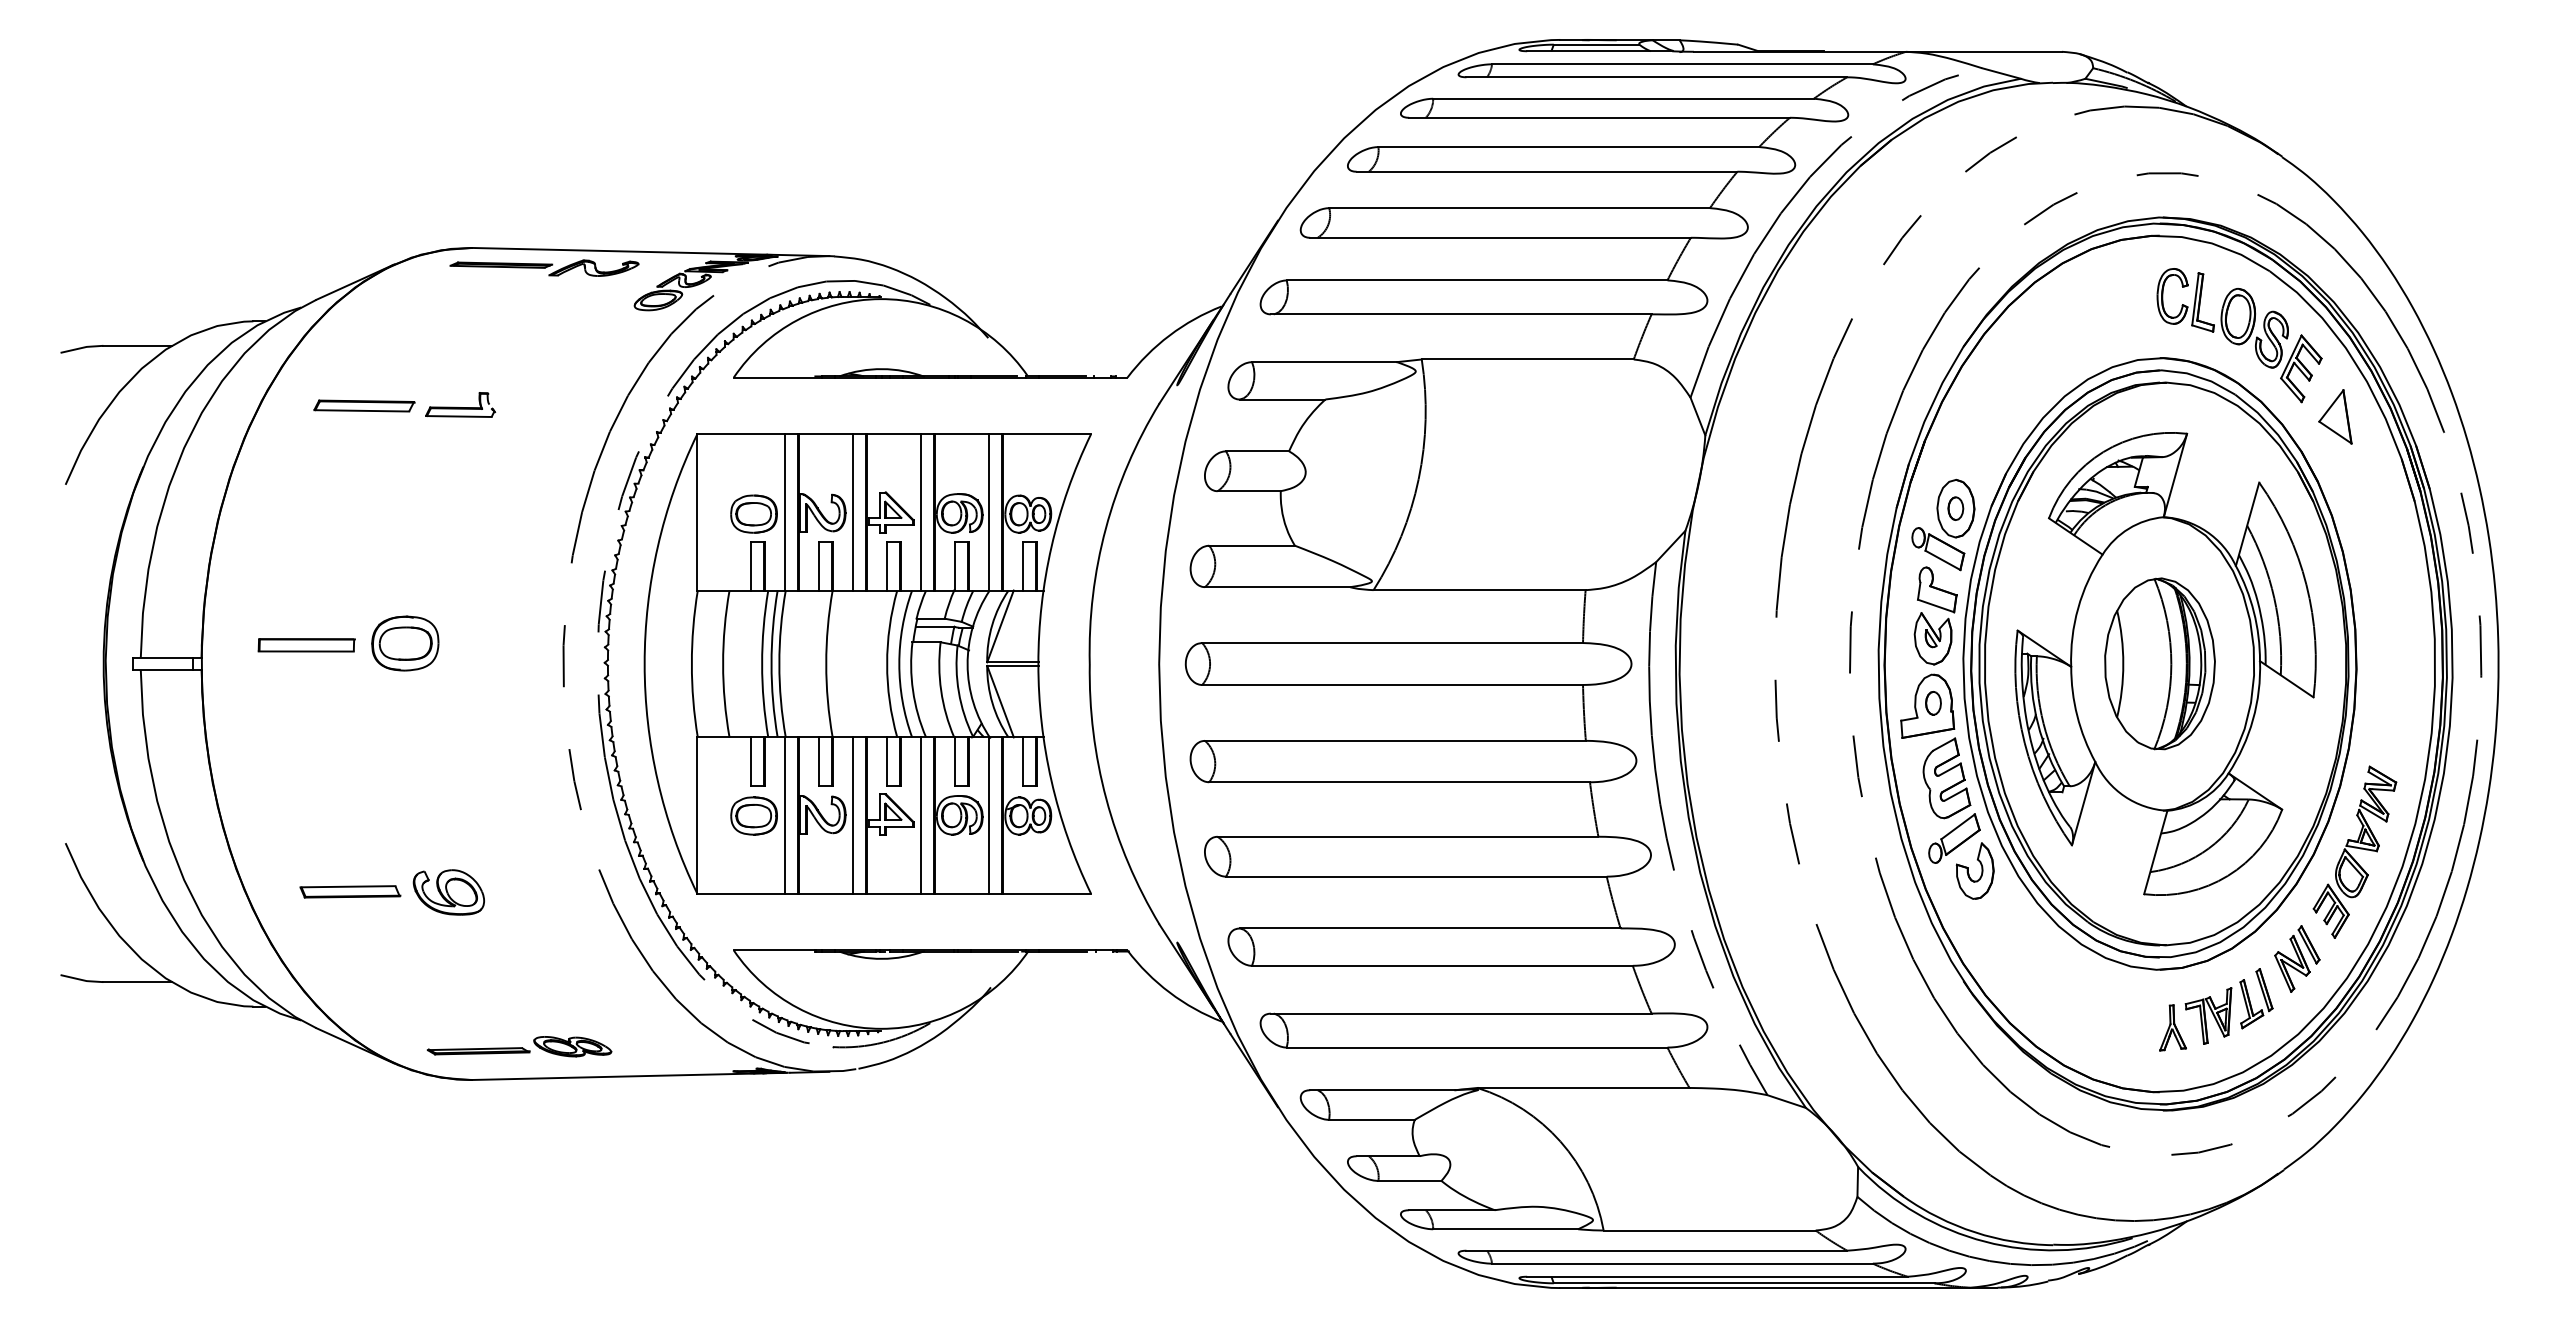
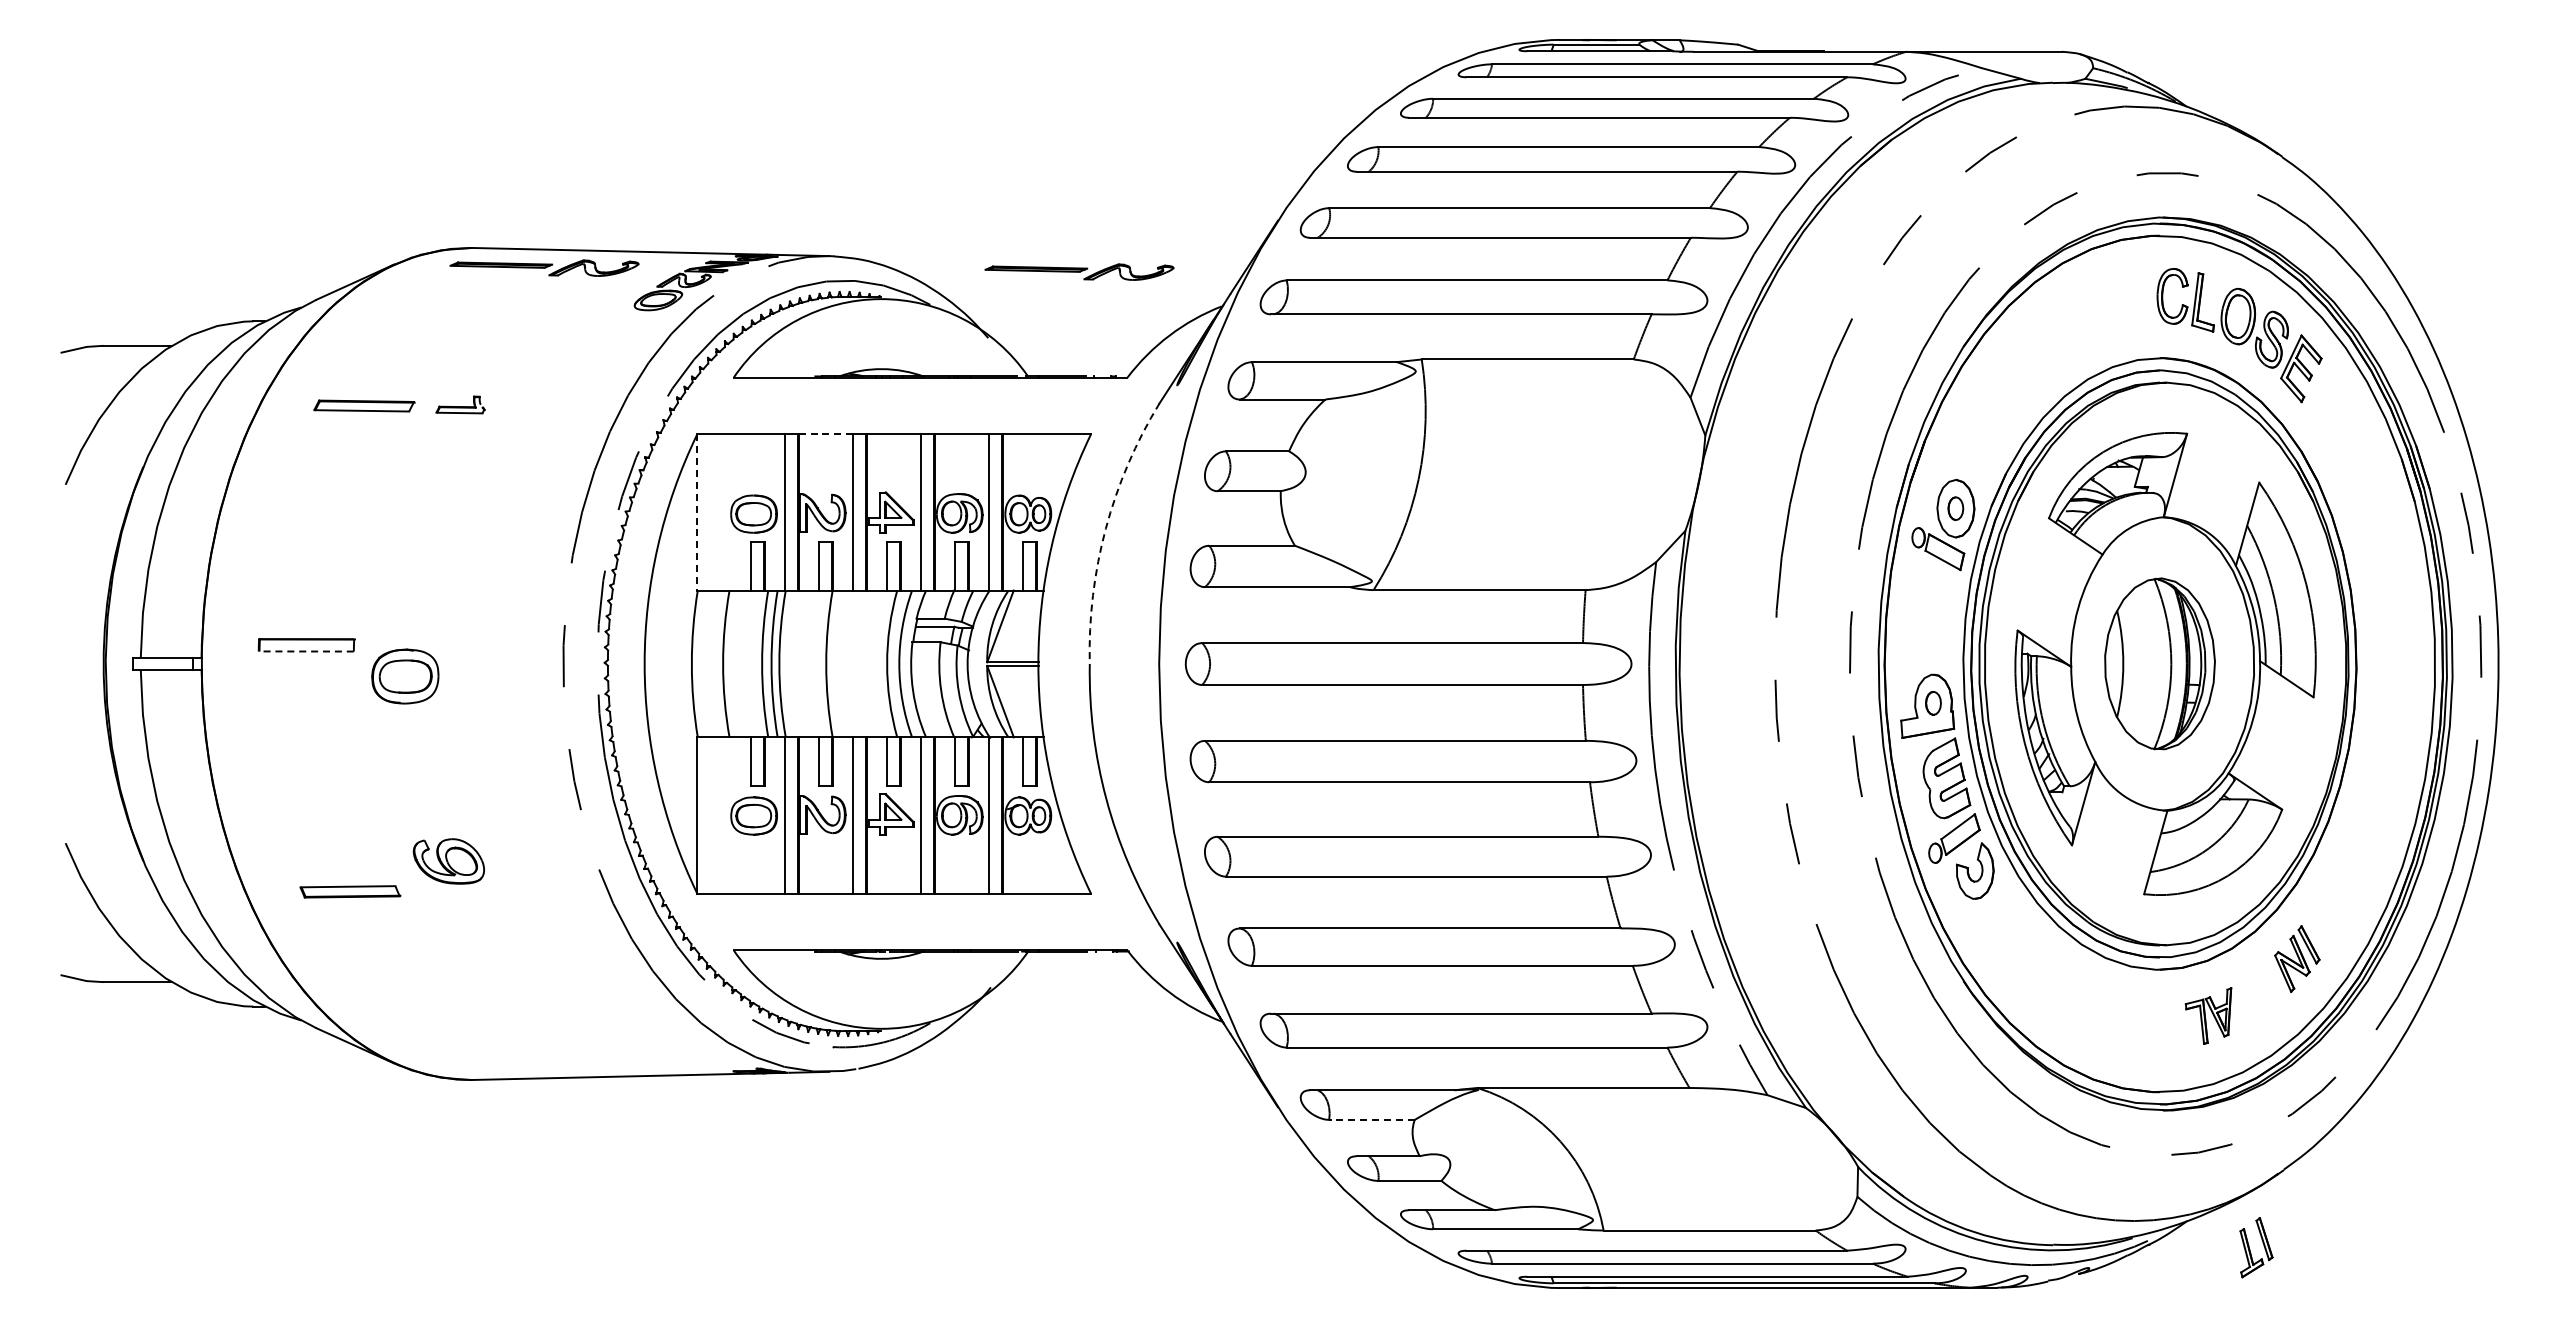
part at (1079, 271): none -> present
part at (460, 404) size: 72x26 px -> 51x20 px
part at (2335, 416): present -> none
line at (826, 434): solid -> dashed
line at (697, 512): solid -> dashed
arc at (1105, 528): solid -> dashed
part at (1936, 607): present -> none
part at (405, 643) position: (405, 643) -> (405, 676)
line at (306, 651): solid -> dashed
part at (2354, 851): present -> none
part at (448, 892) position: (448, 892) -> (448, 861)
part at (2250, 1000) position: (2250, 1000) -> (2250, 1249)
part at (2172, 1027): present -> none
part at (519, 1046): present -> none
line at (1371, 1119): solid -> dashed
